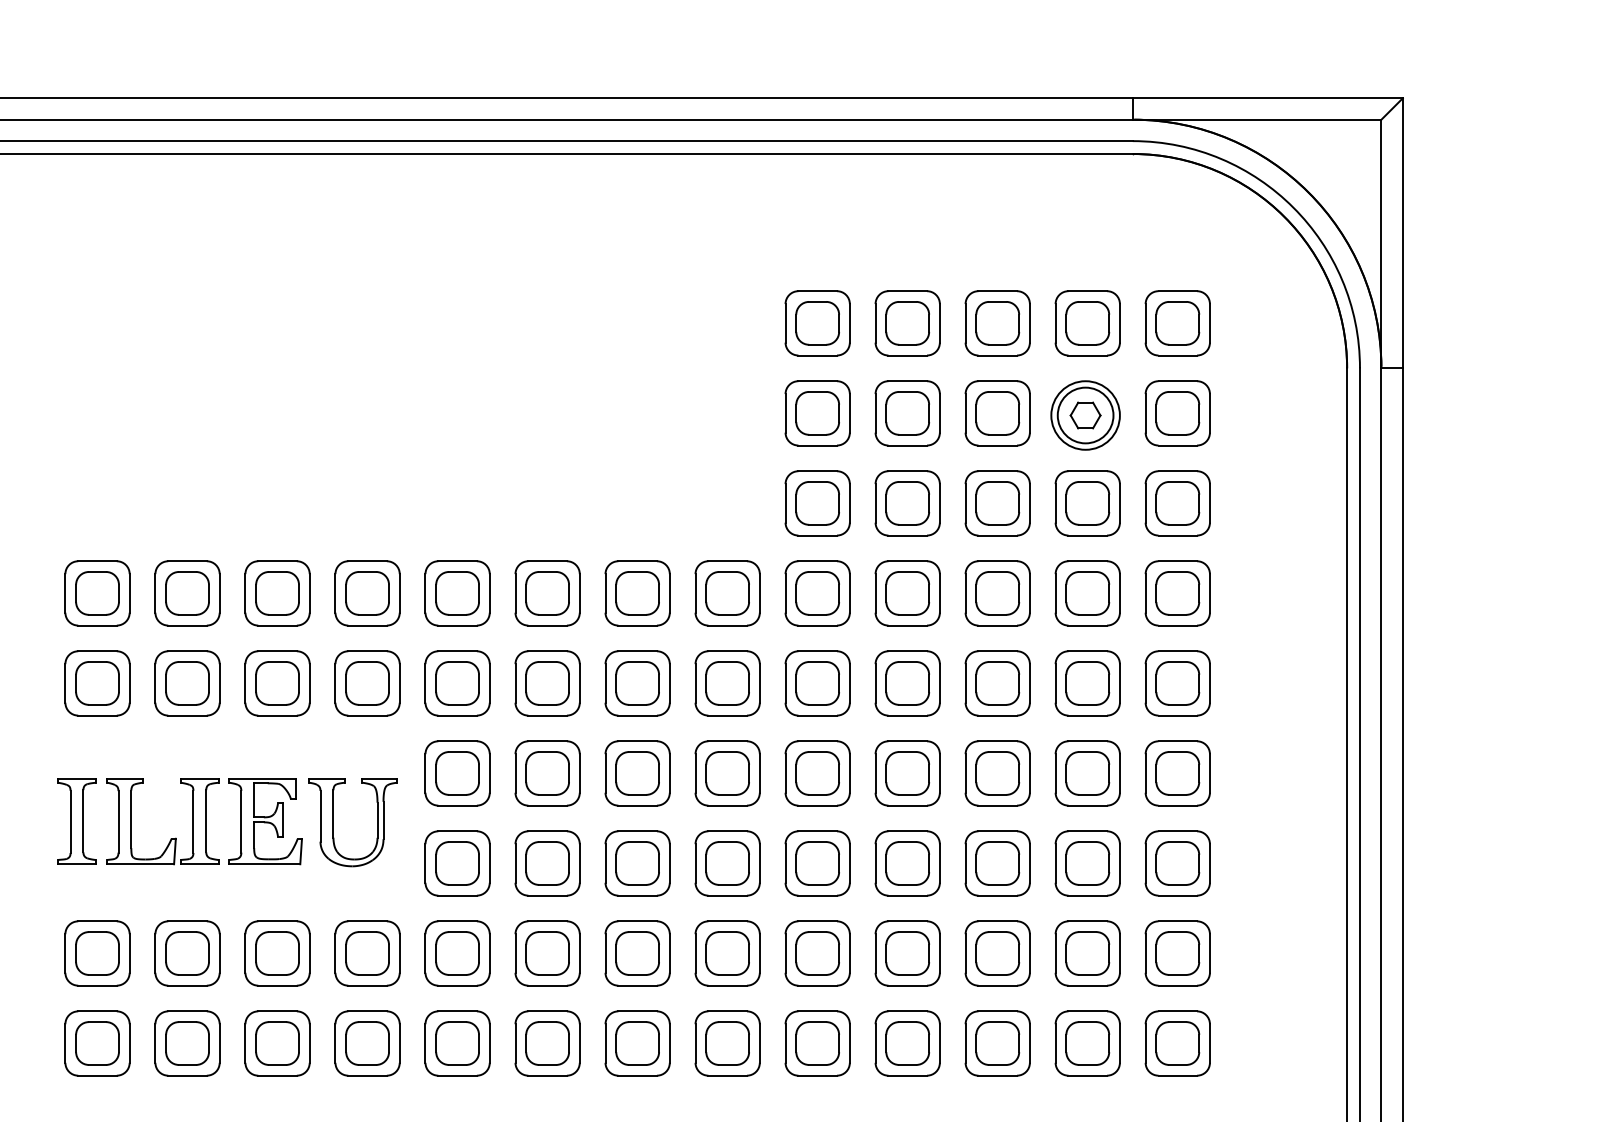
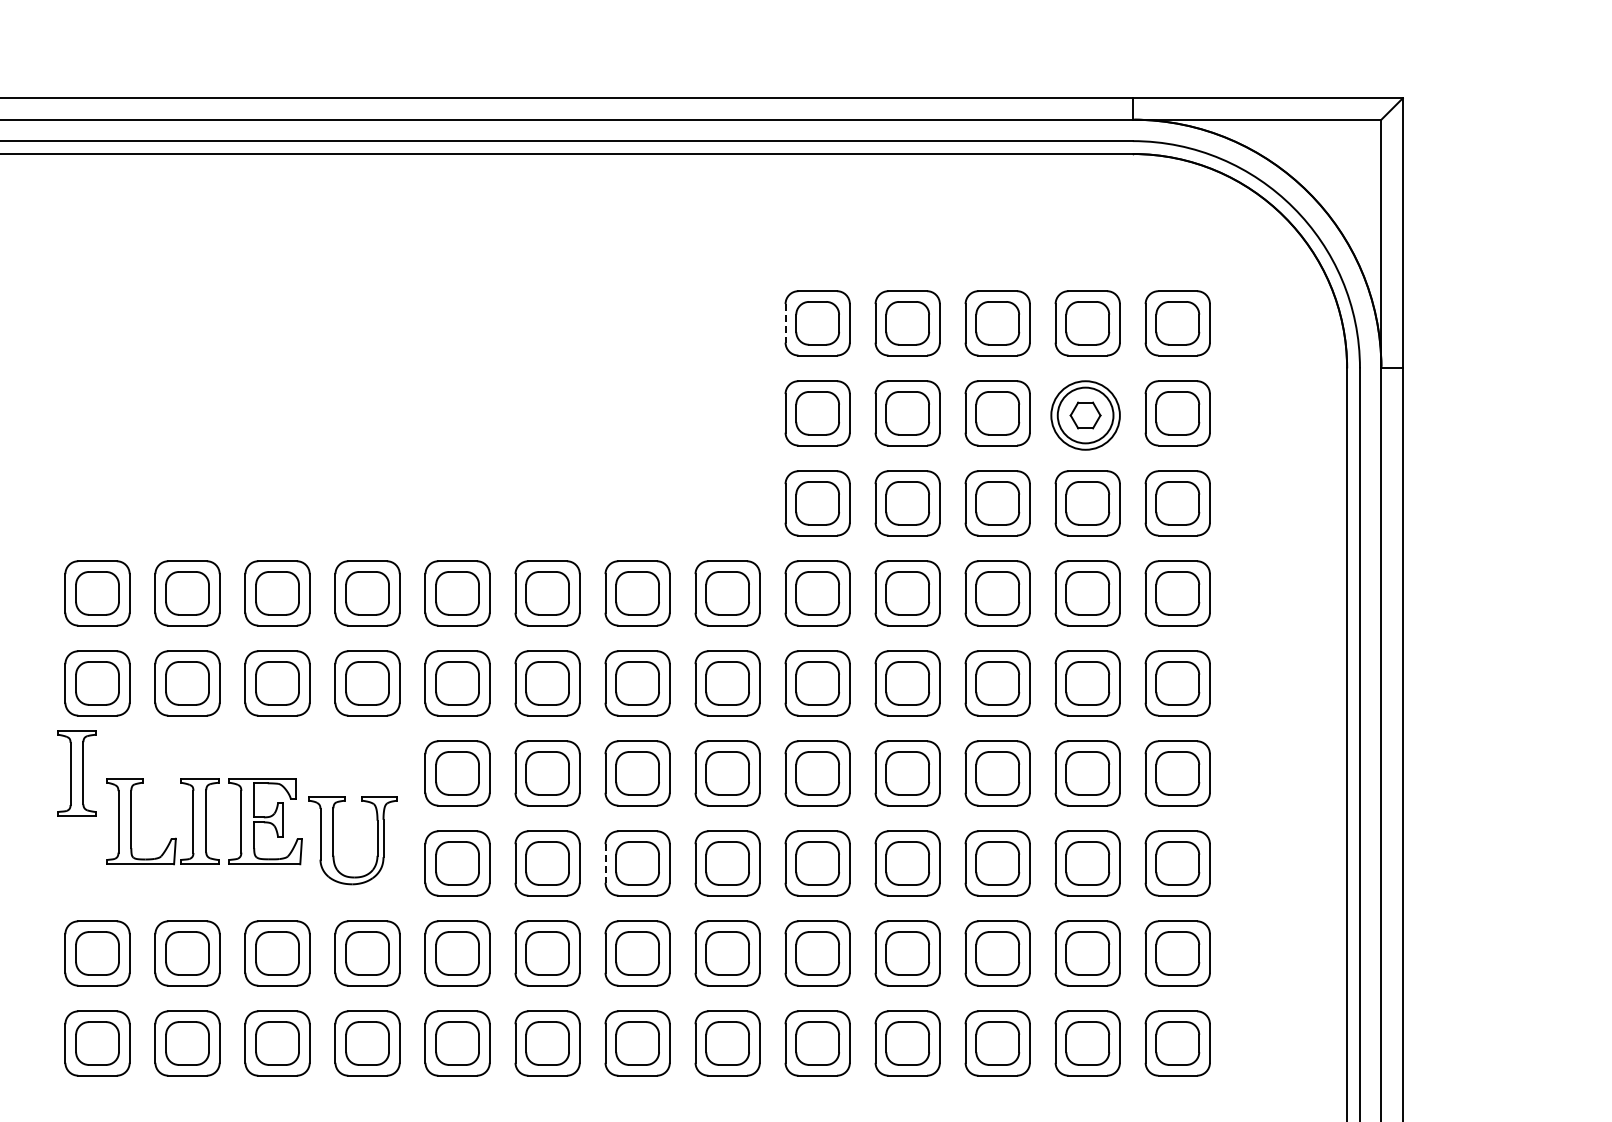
line at (785, 323): solid -> dashed
part at (76, 821) position: (76, 821) -> (76, 773)
part at (333, 822) position: (333, 822) -> (333, 840)
line at (605, 863): solid -> dashed
